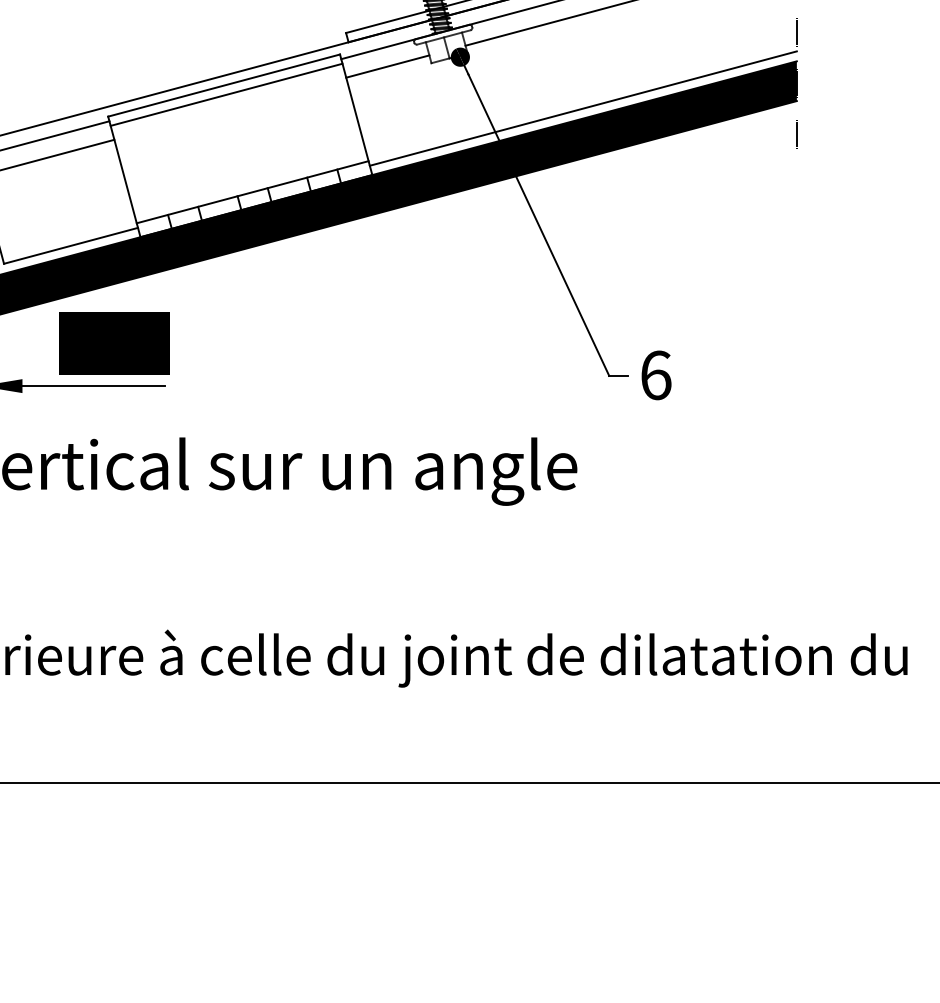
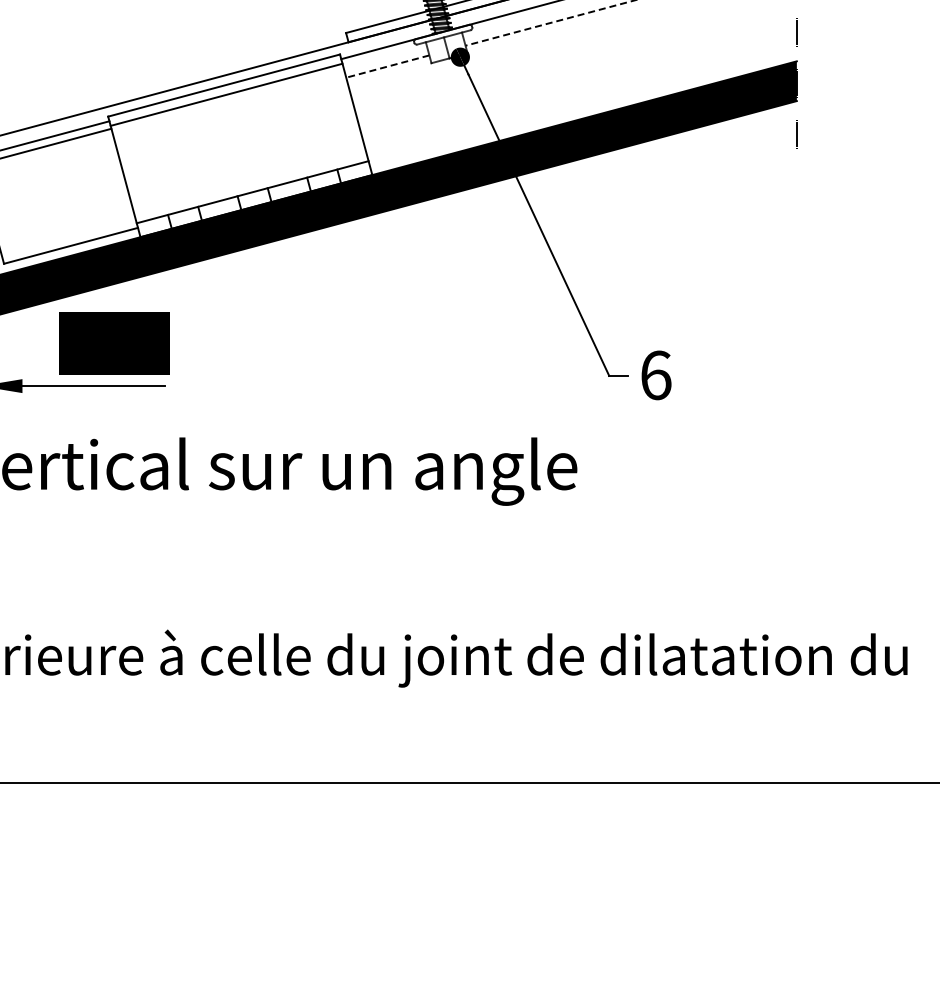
line at (550, 22): solid -> dashed
line at (387, 66): solid -> dashed
line at (582, 108): present -> none
line at (58, 154) position: (58, 154) -> (56, 142)
